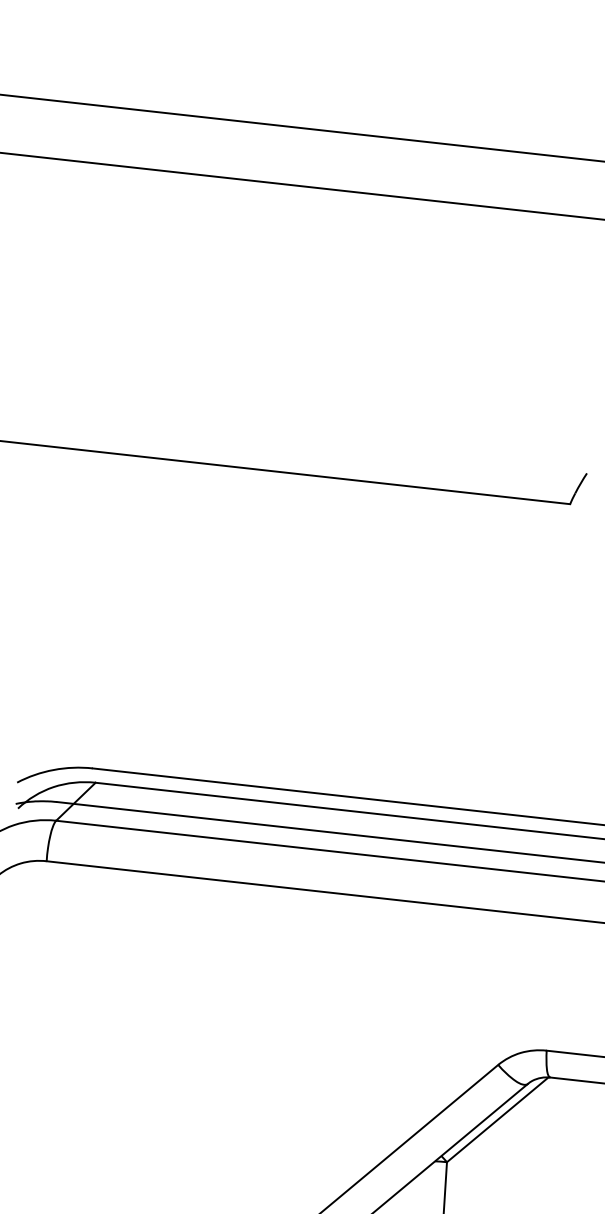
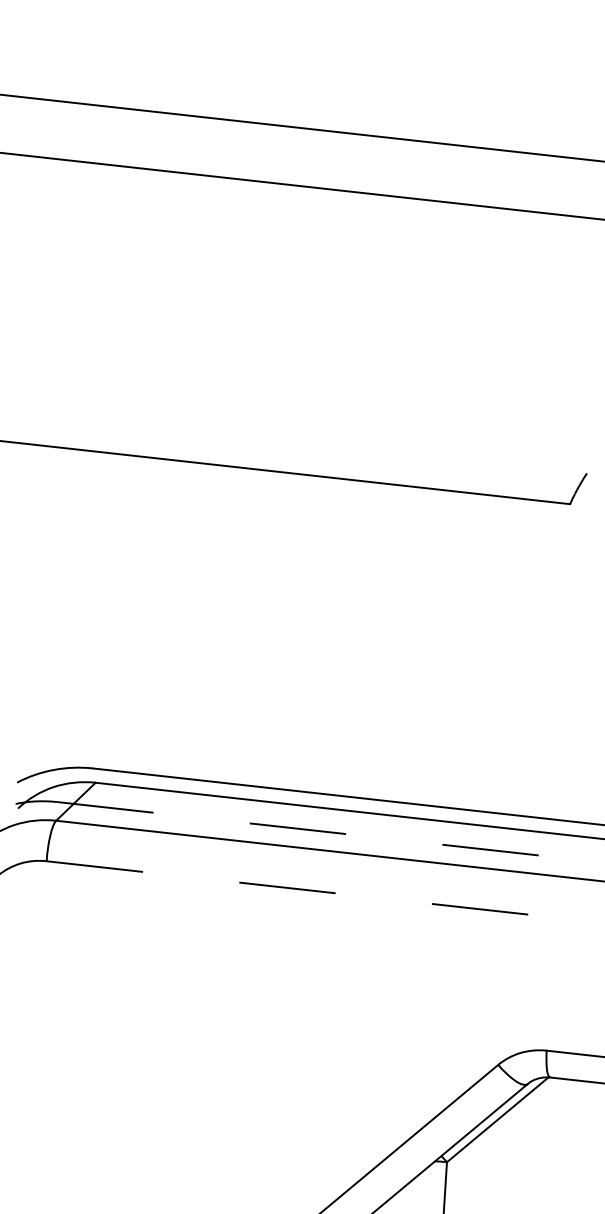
line at (331, 832): solid -> dashed
line at (325, 892): solid -> dashed
